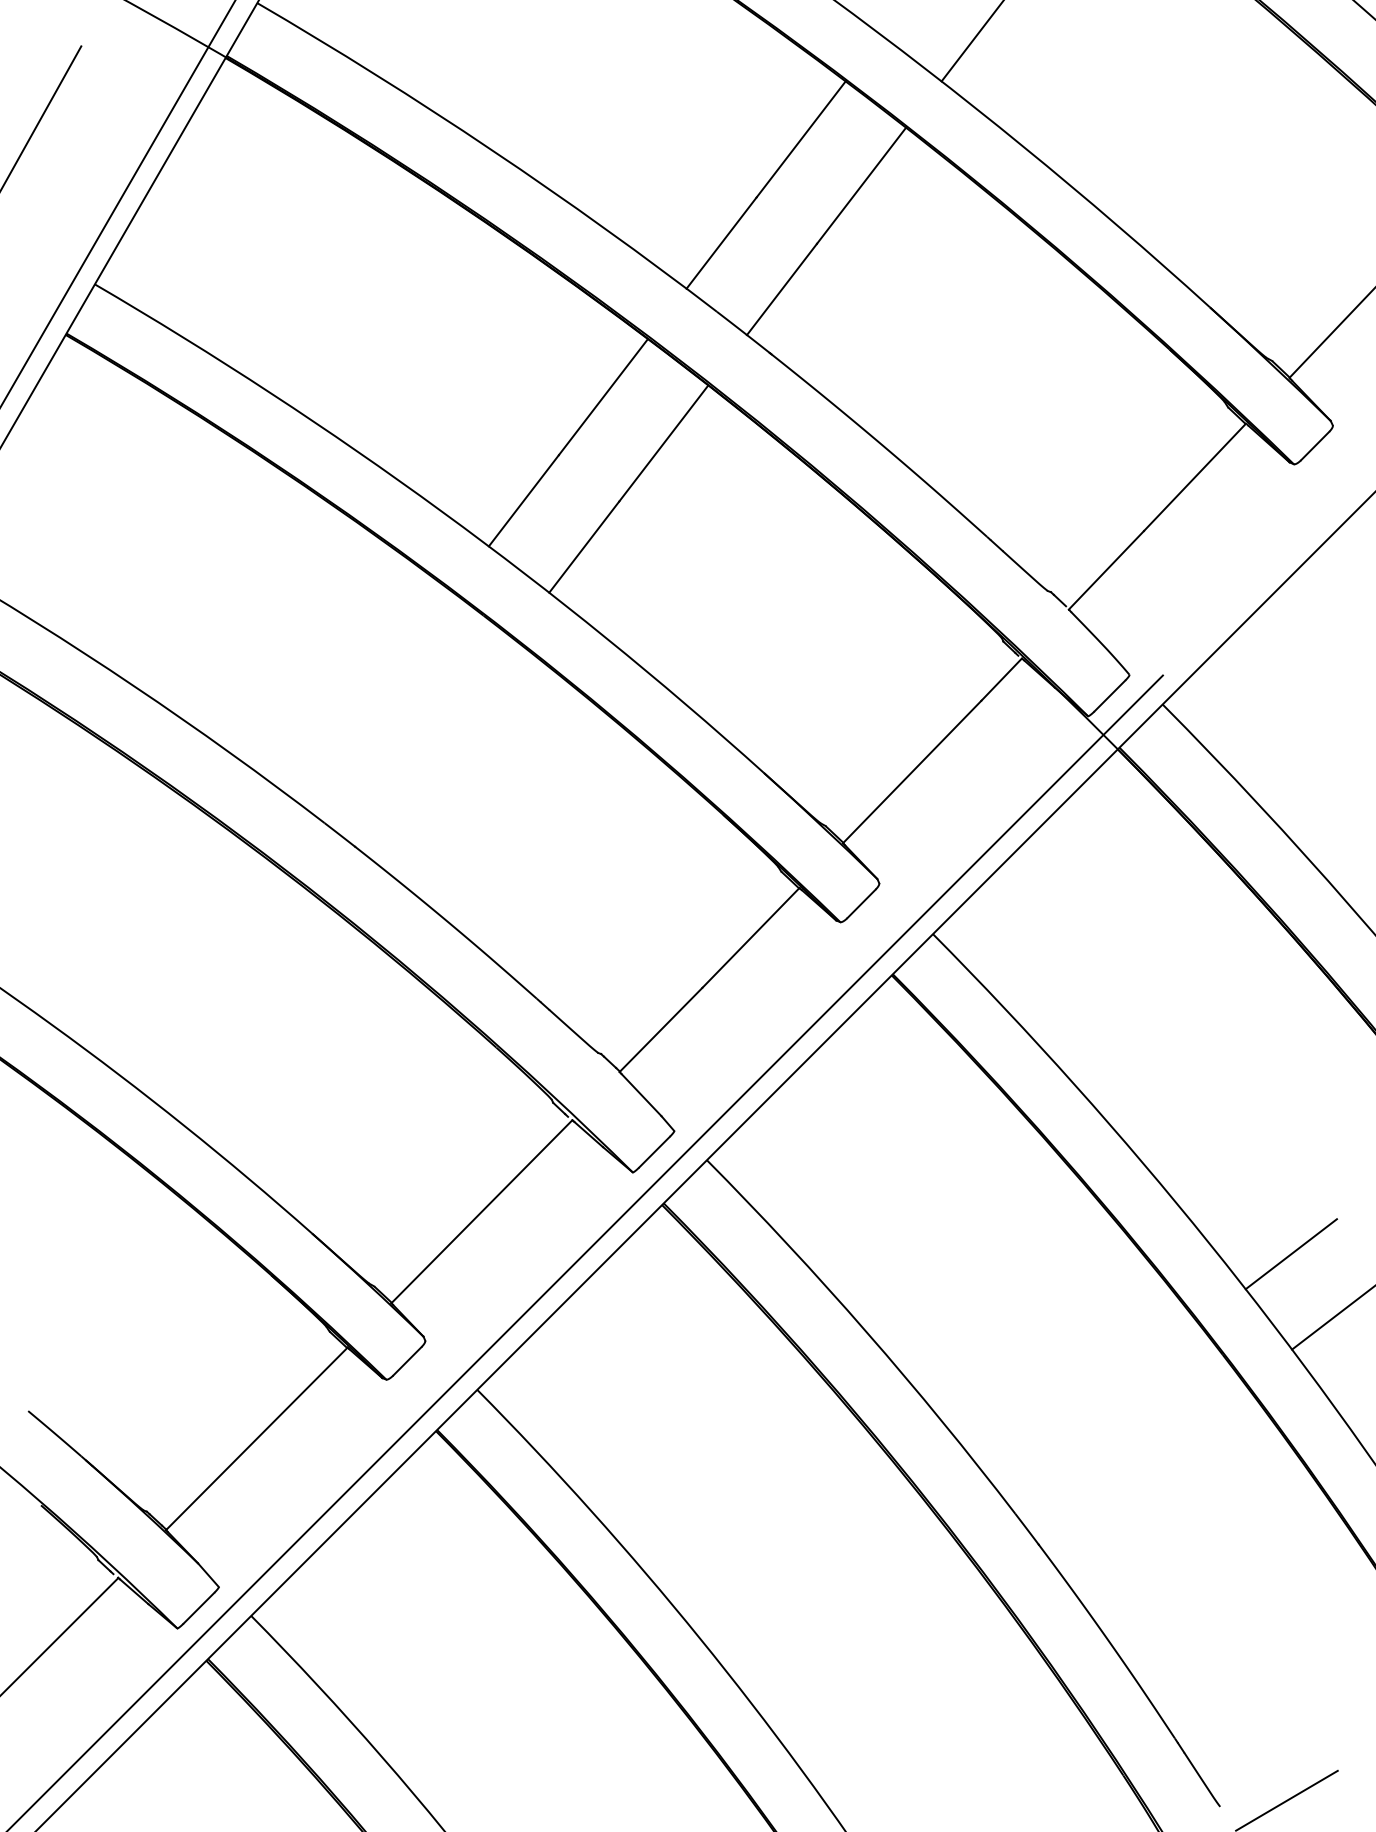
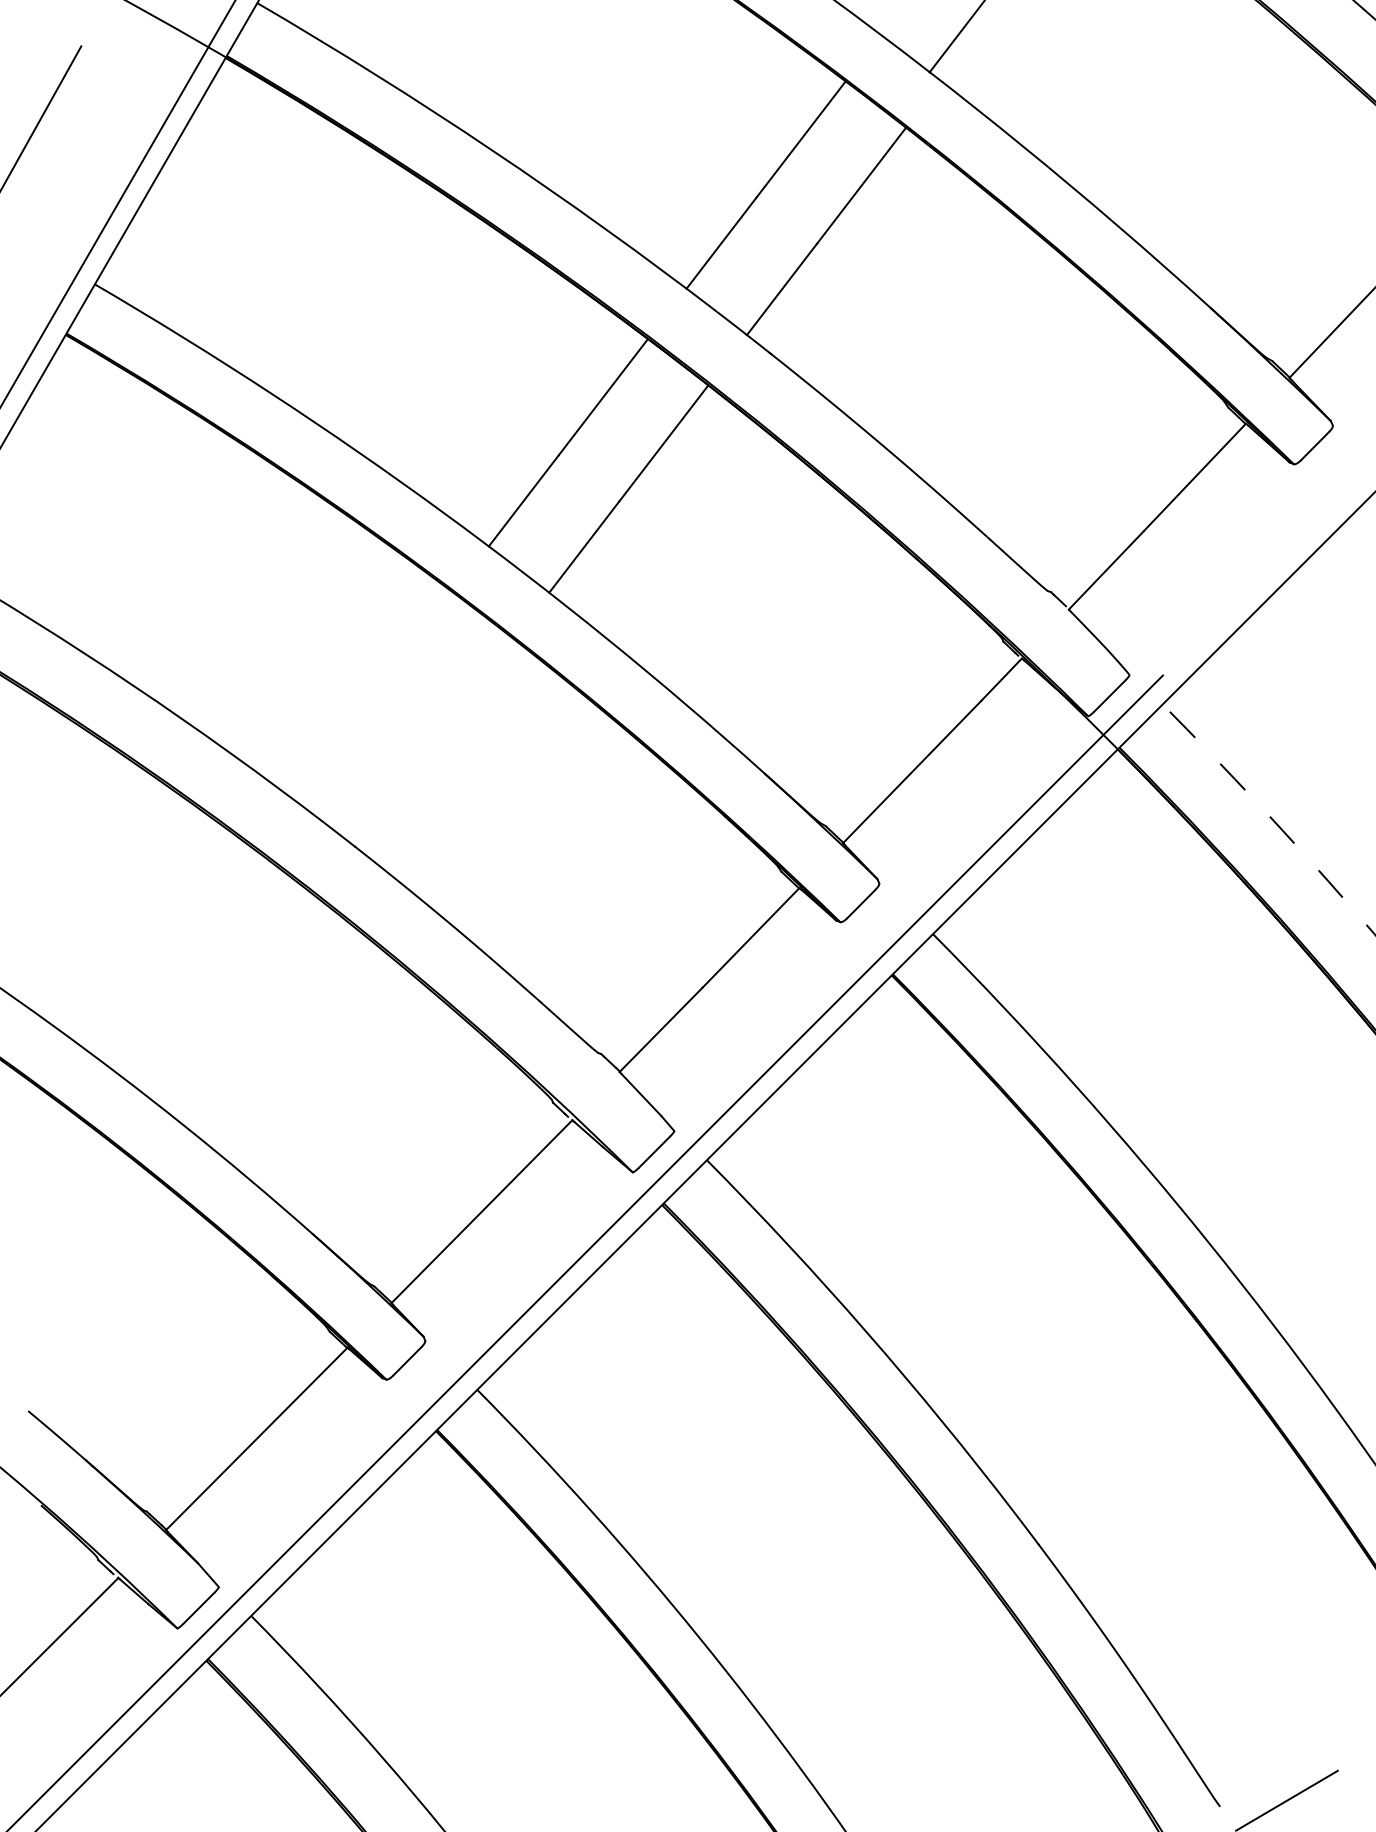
line at (971, 41) position: (971, 41) -> (956, 37)
arc at (1271, 818): solid -> dashed
line at (1290, 1254): present -> none
line at (1332, 1318): present -> none
